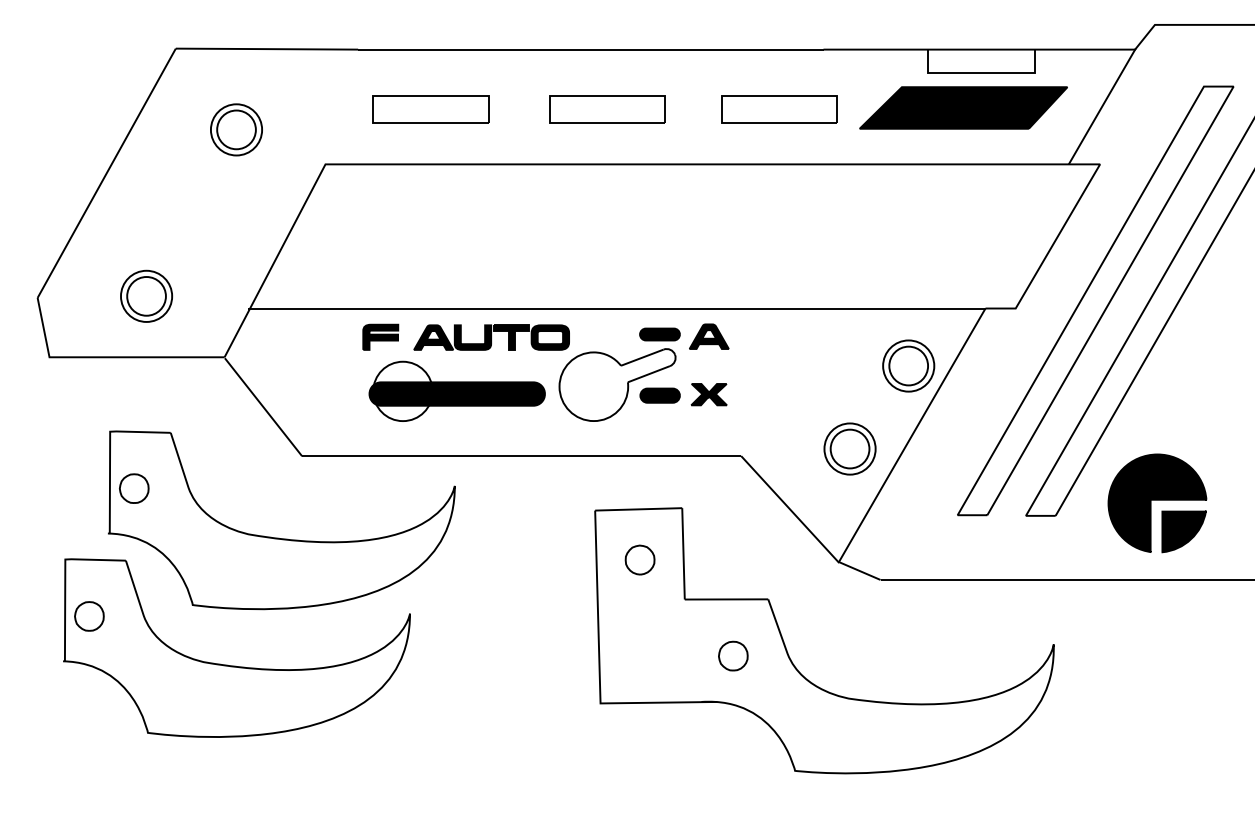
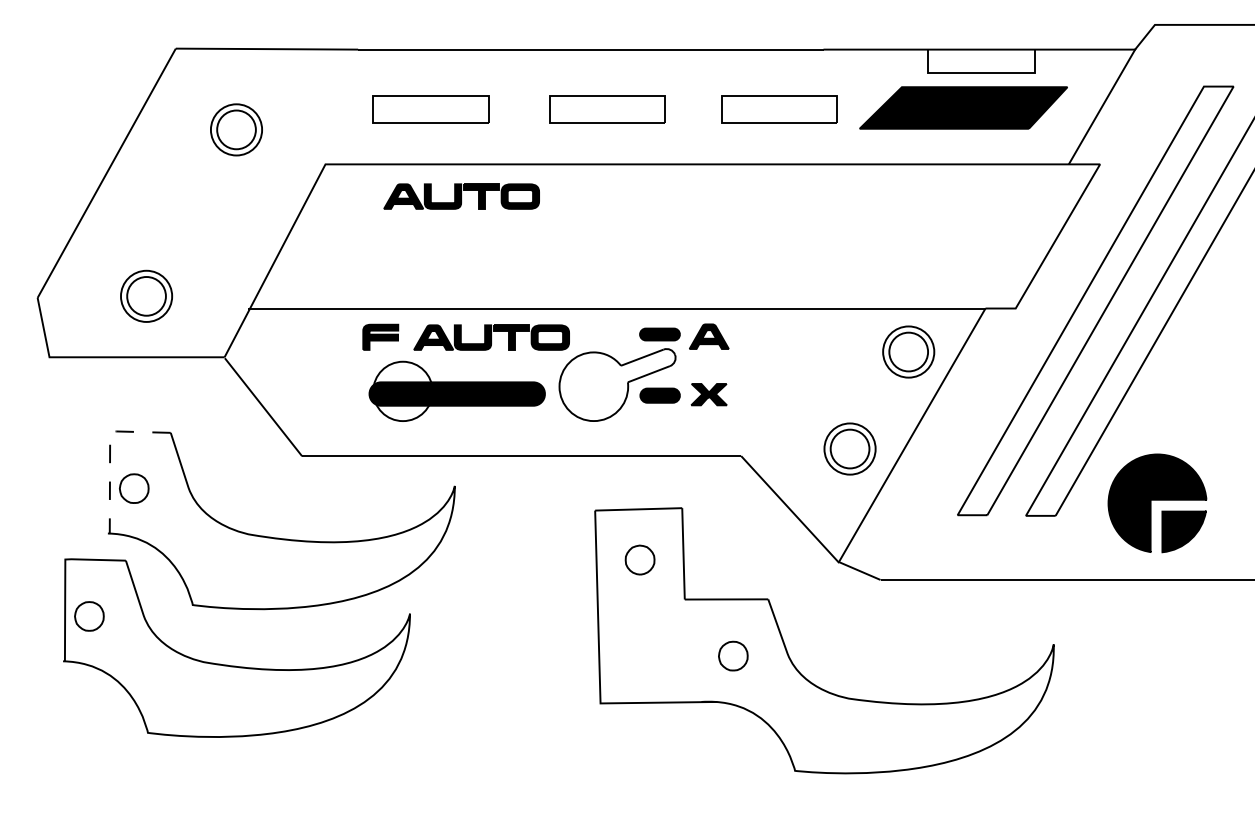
part at (461, 196): none -> present
part at (908, 365) position: (908, 365) -> (908, 351)
line at (110, 451): solid -> dashed
